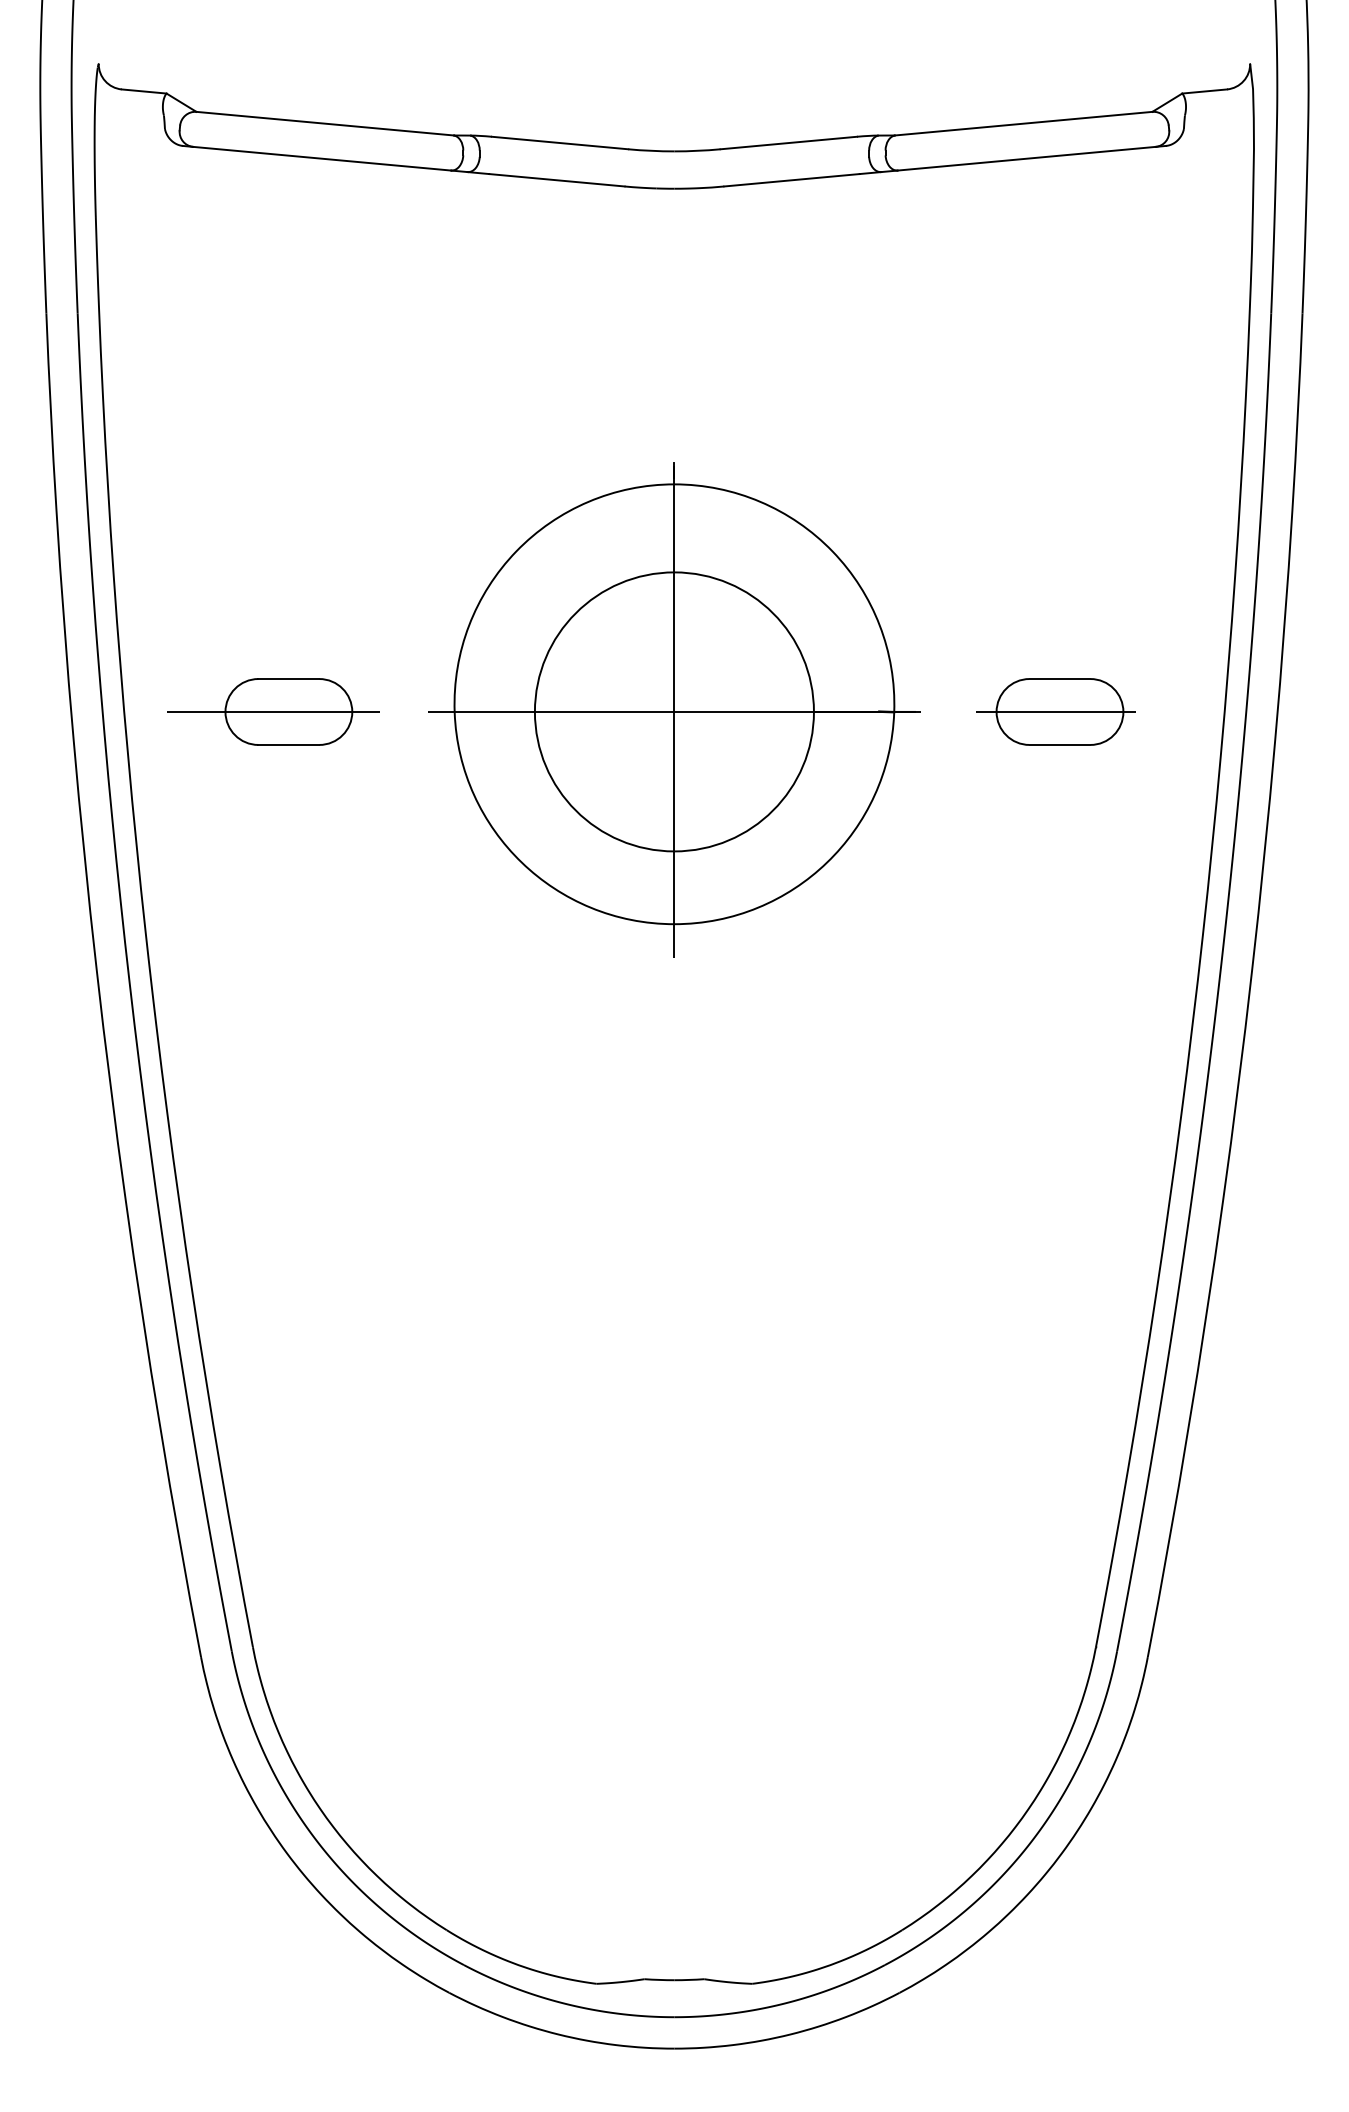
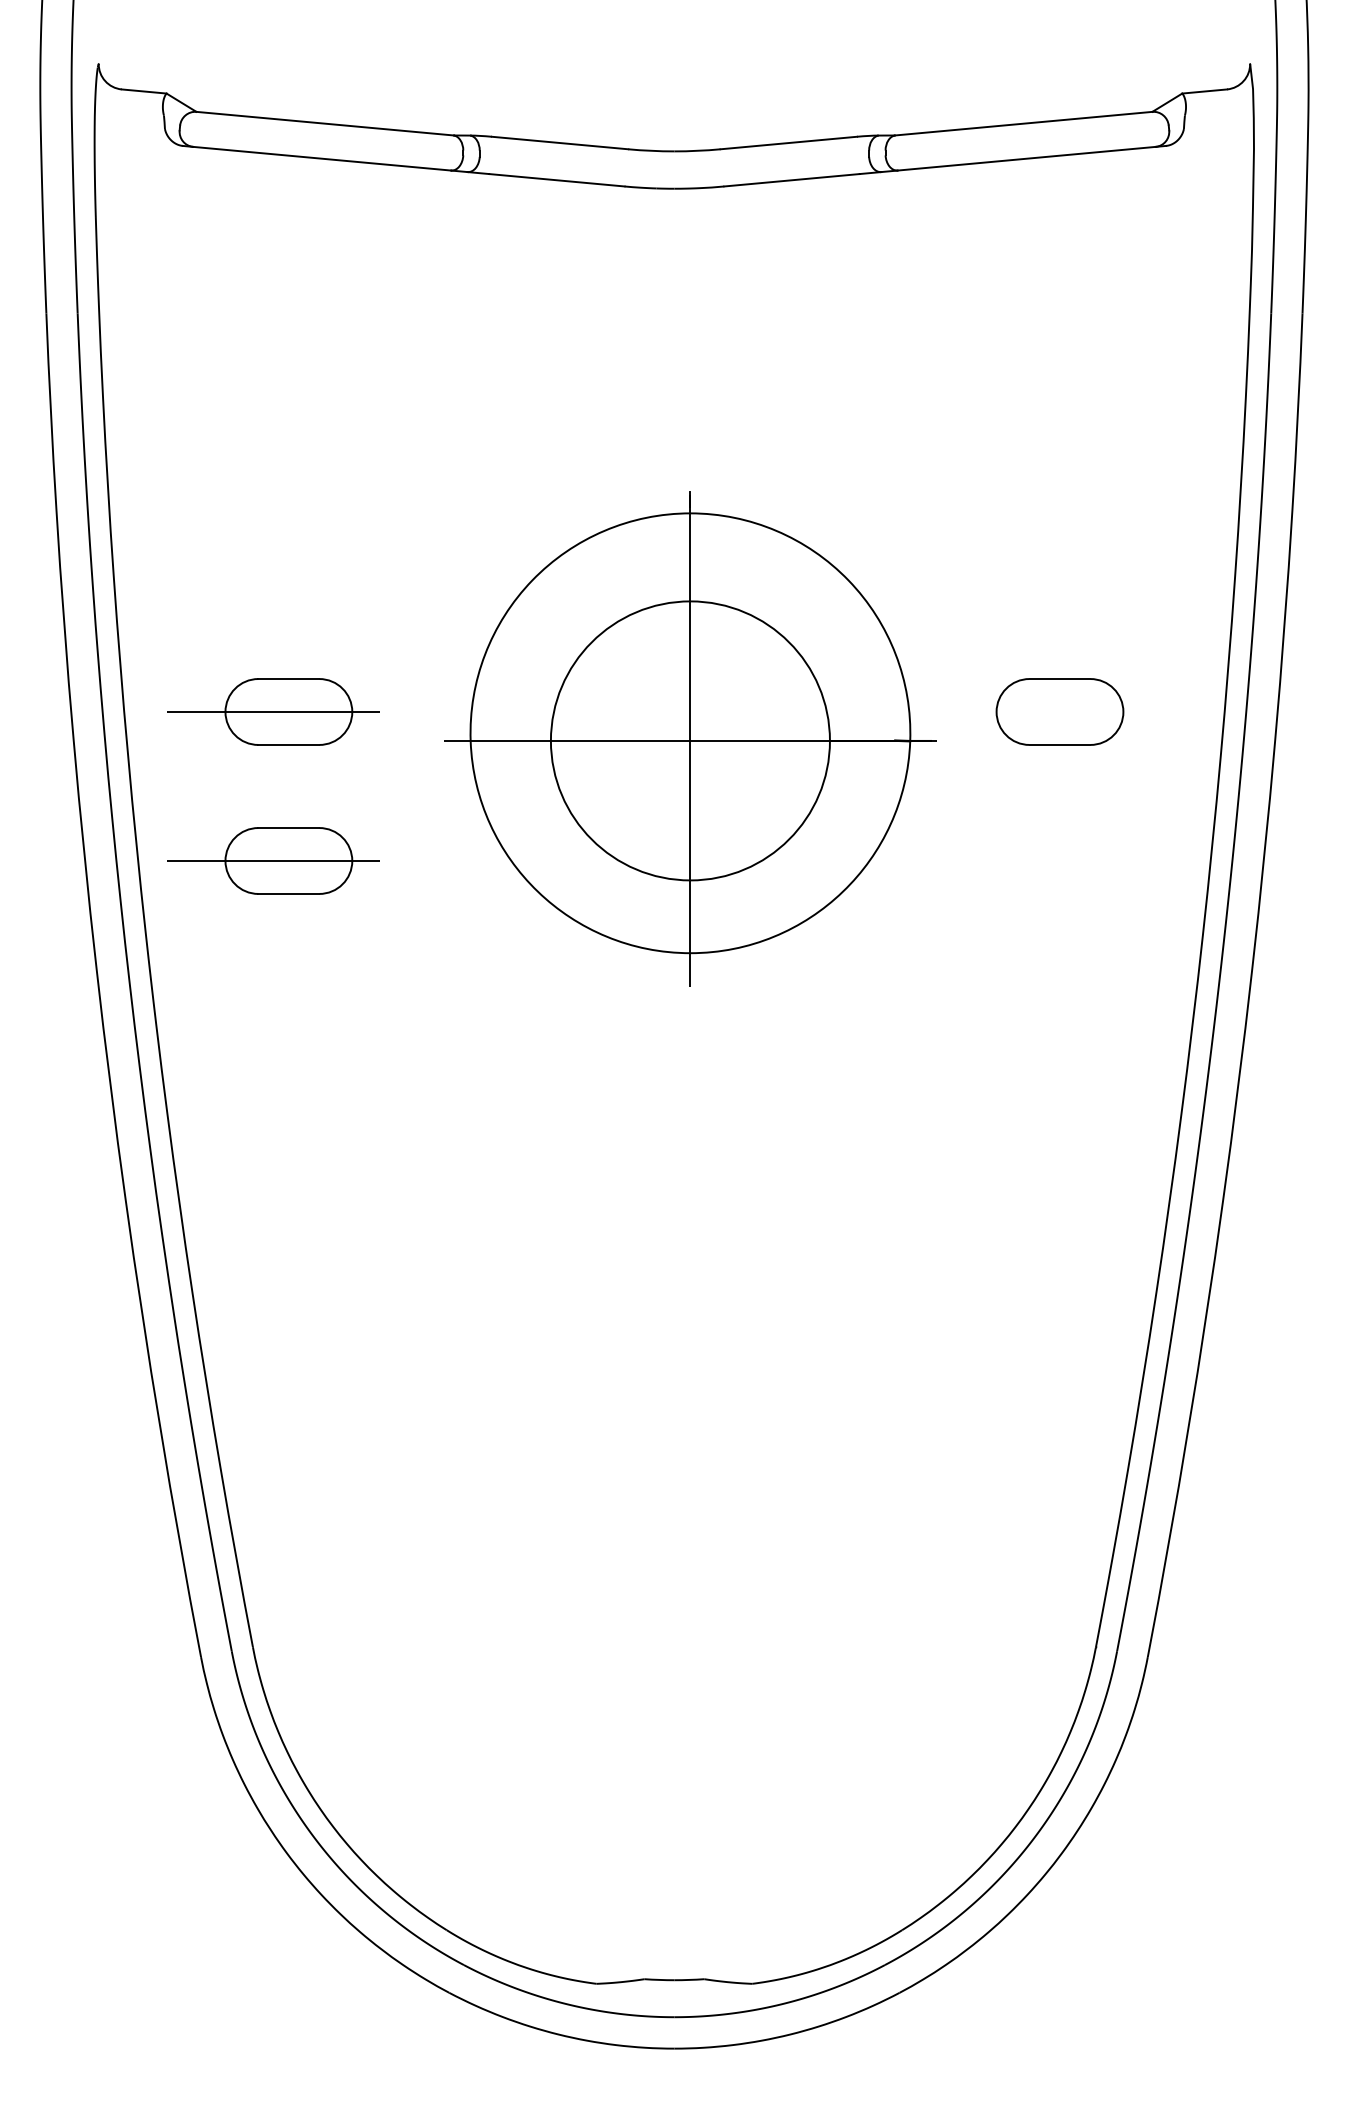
part at (674, 709) position: (674, 709) -> (690, 738)
line at (1056, 712): present -> none
part at (273, 860): none -> present
